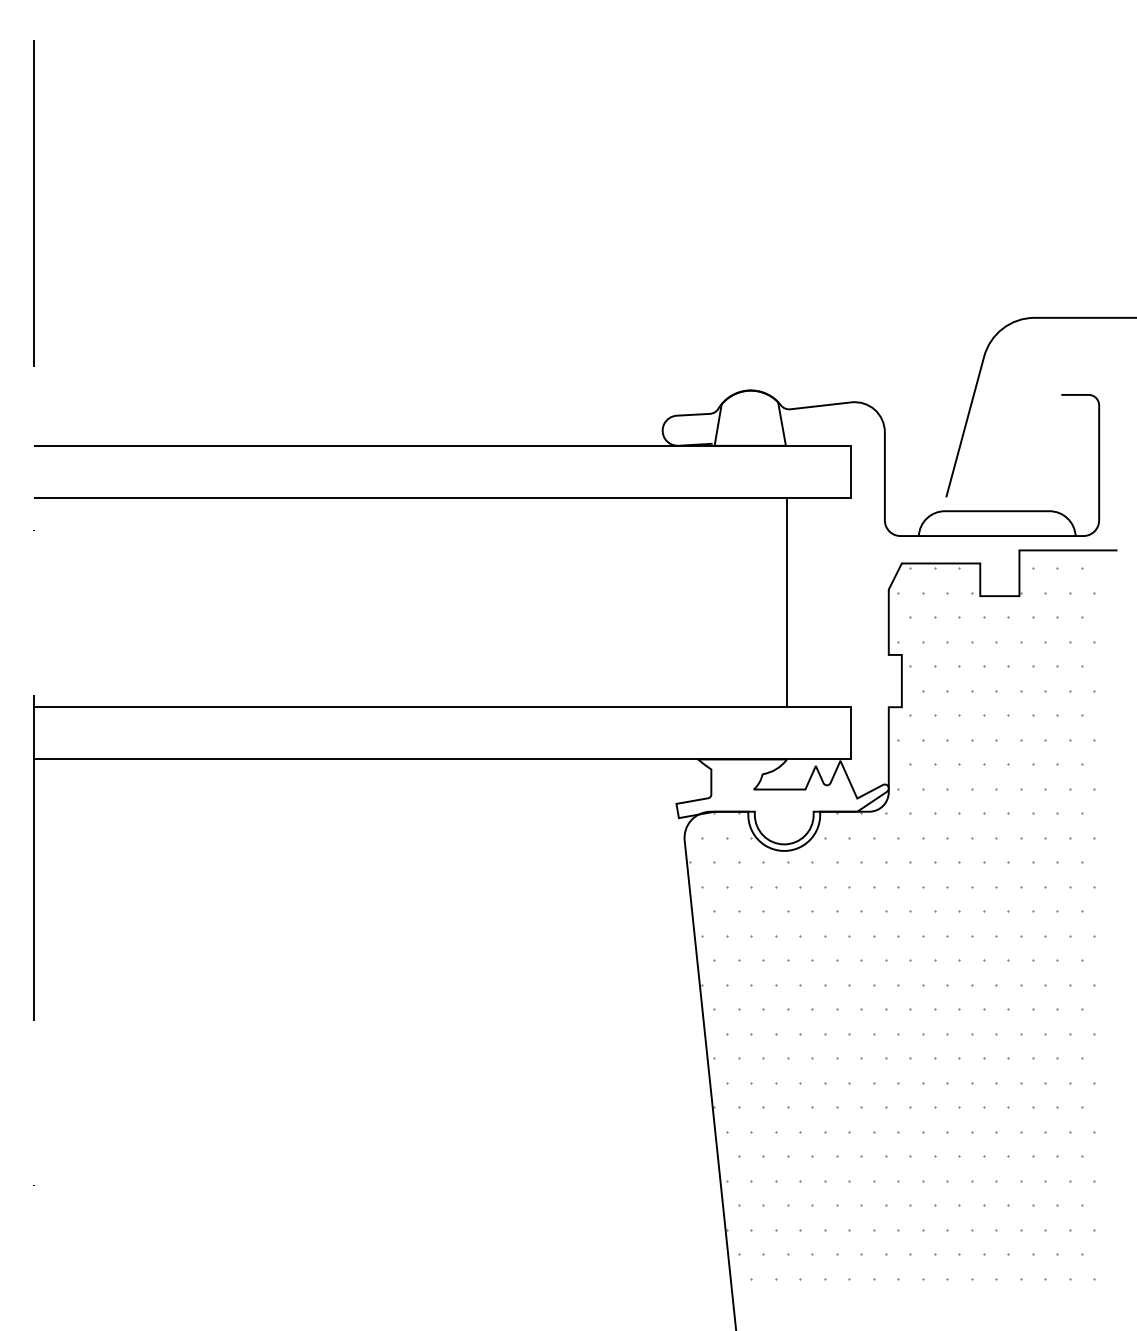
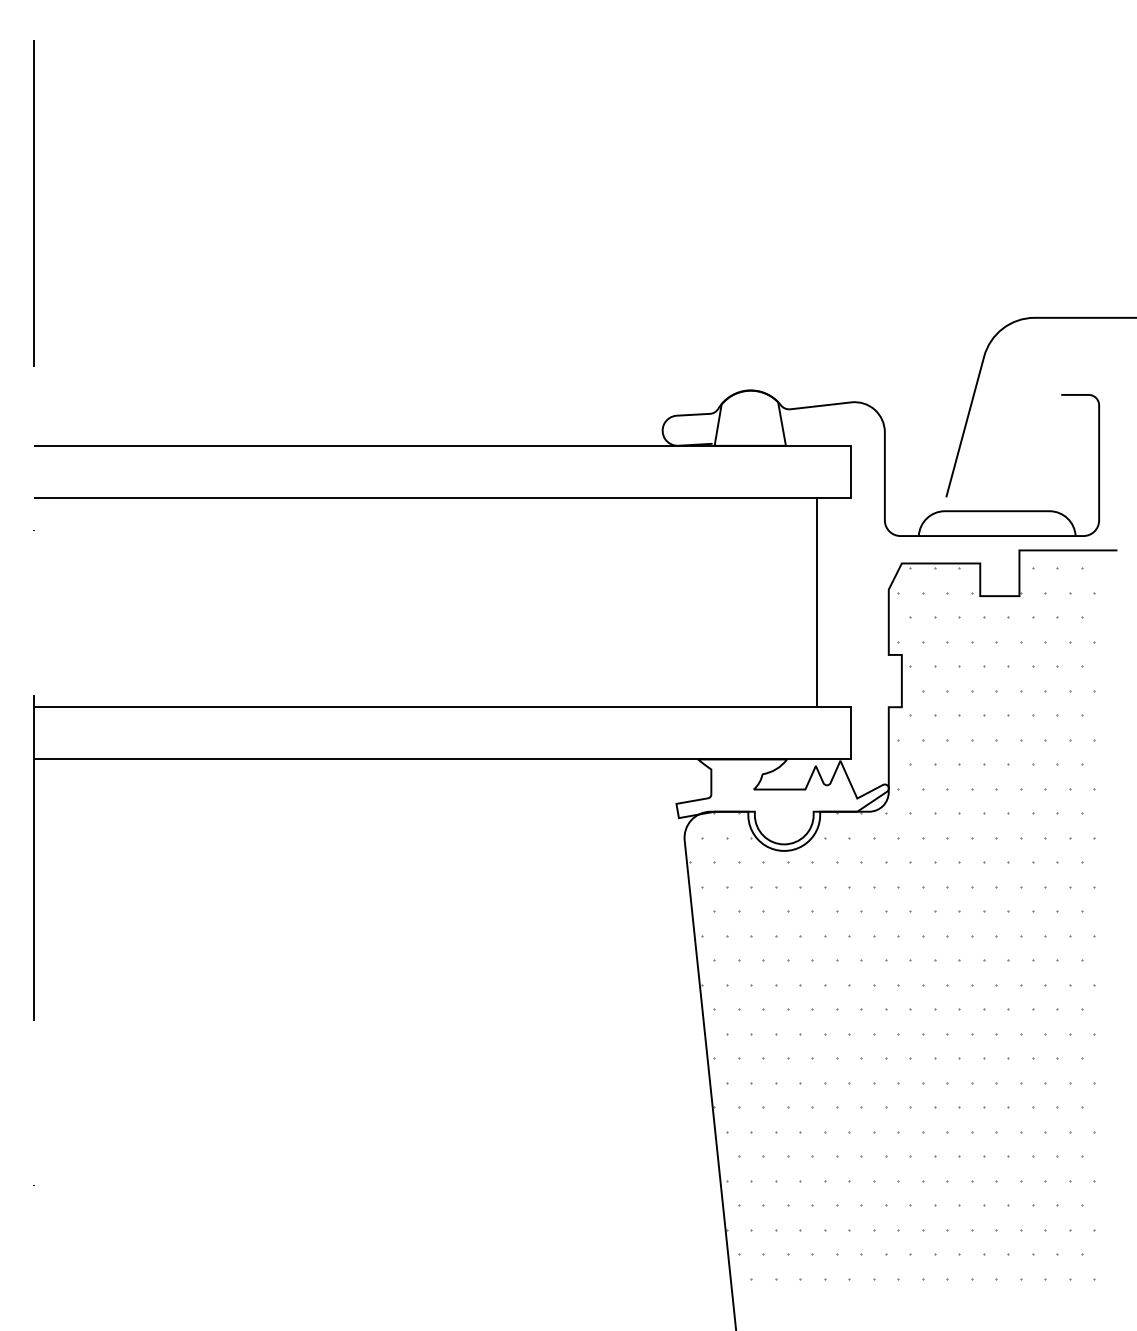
line at (786, 602) position: (786, 602) -> (816, 602)
